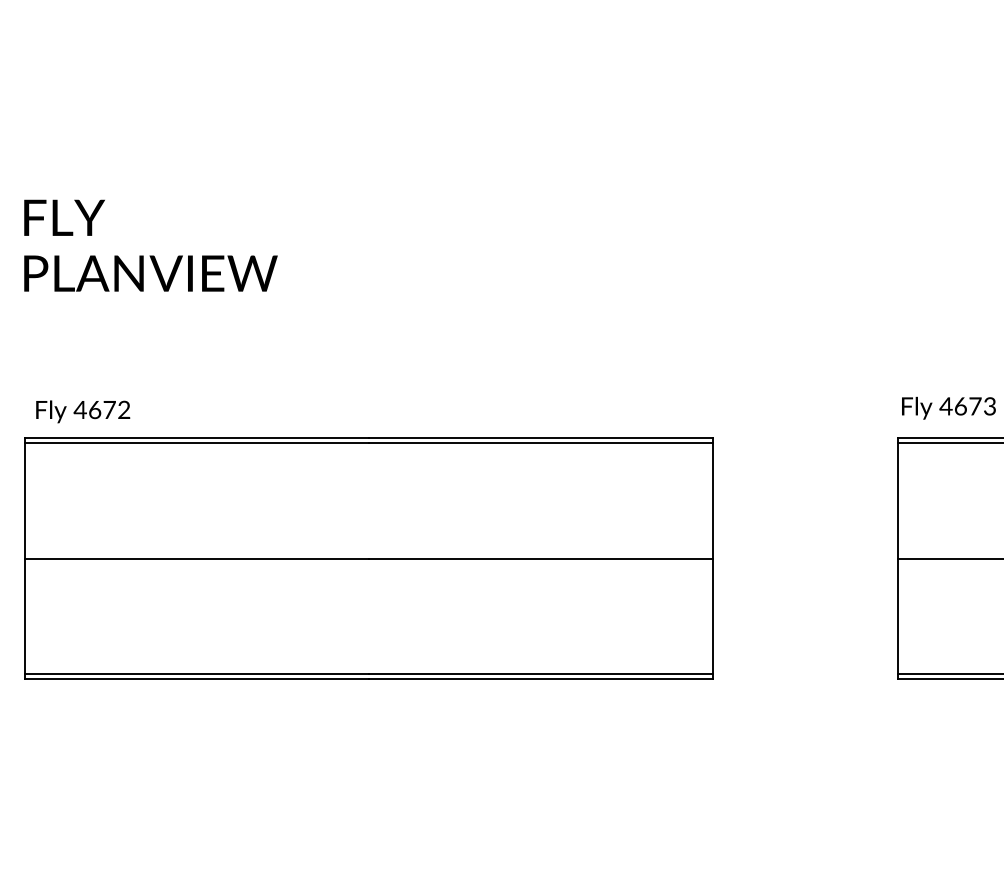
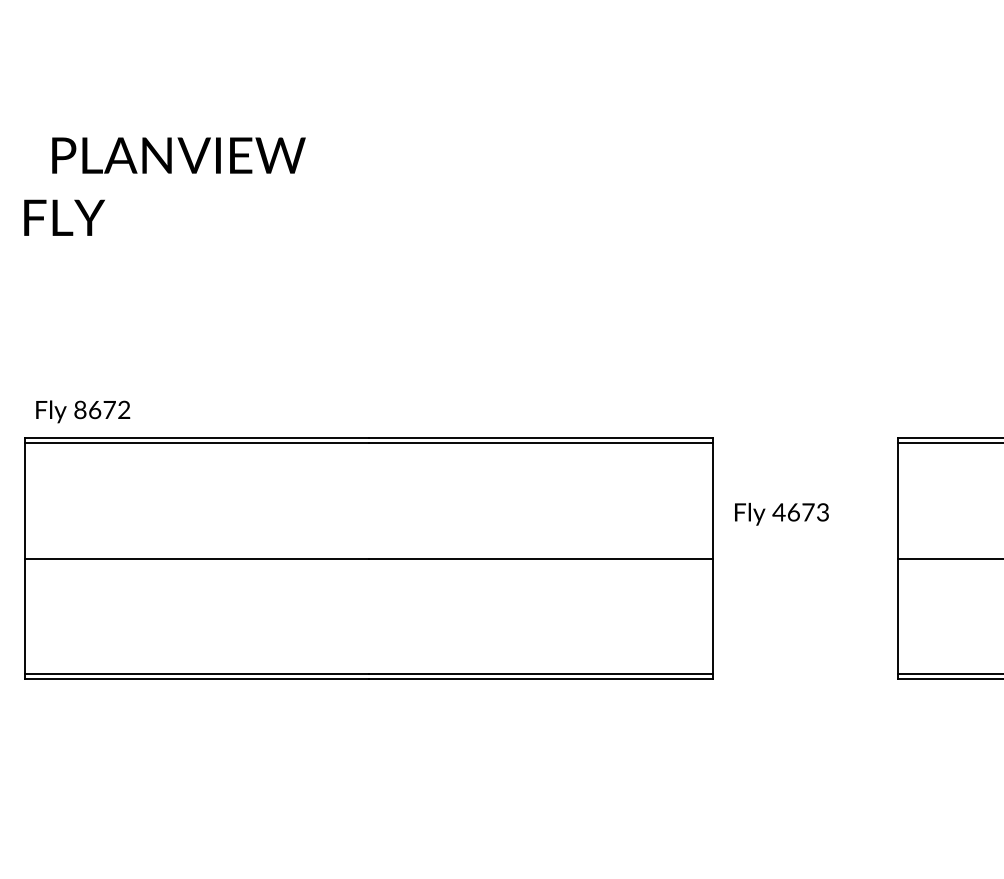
text at (150, 273) position: (150, 273) -> (178, 155)
text at (948, 407) position: (948, 407) -> (781, 513)
text at (79, 409): 4672 -> 8672
